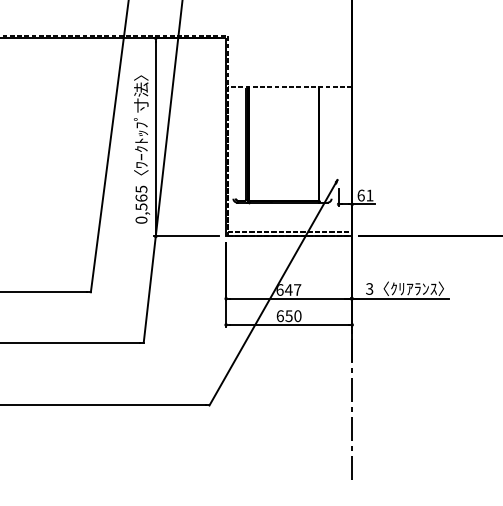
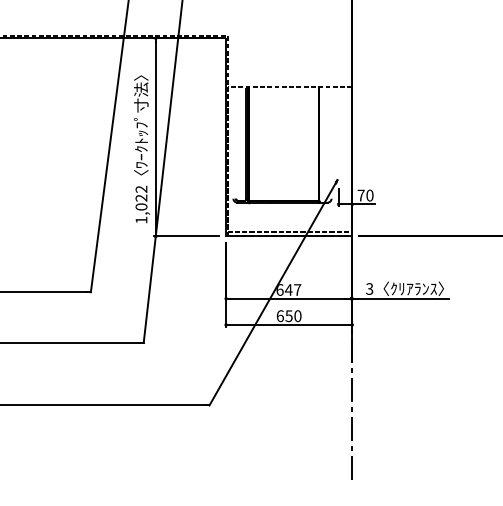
text at (365, 195): 61 -> 70
text at (141, 204): 0,565 -> 1,022
